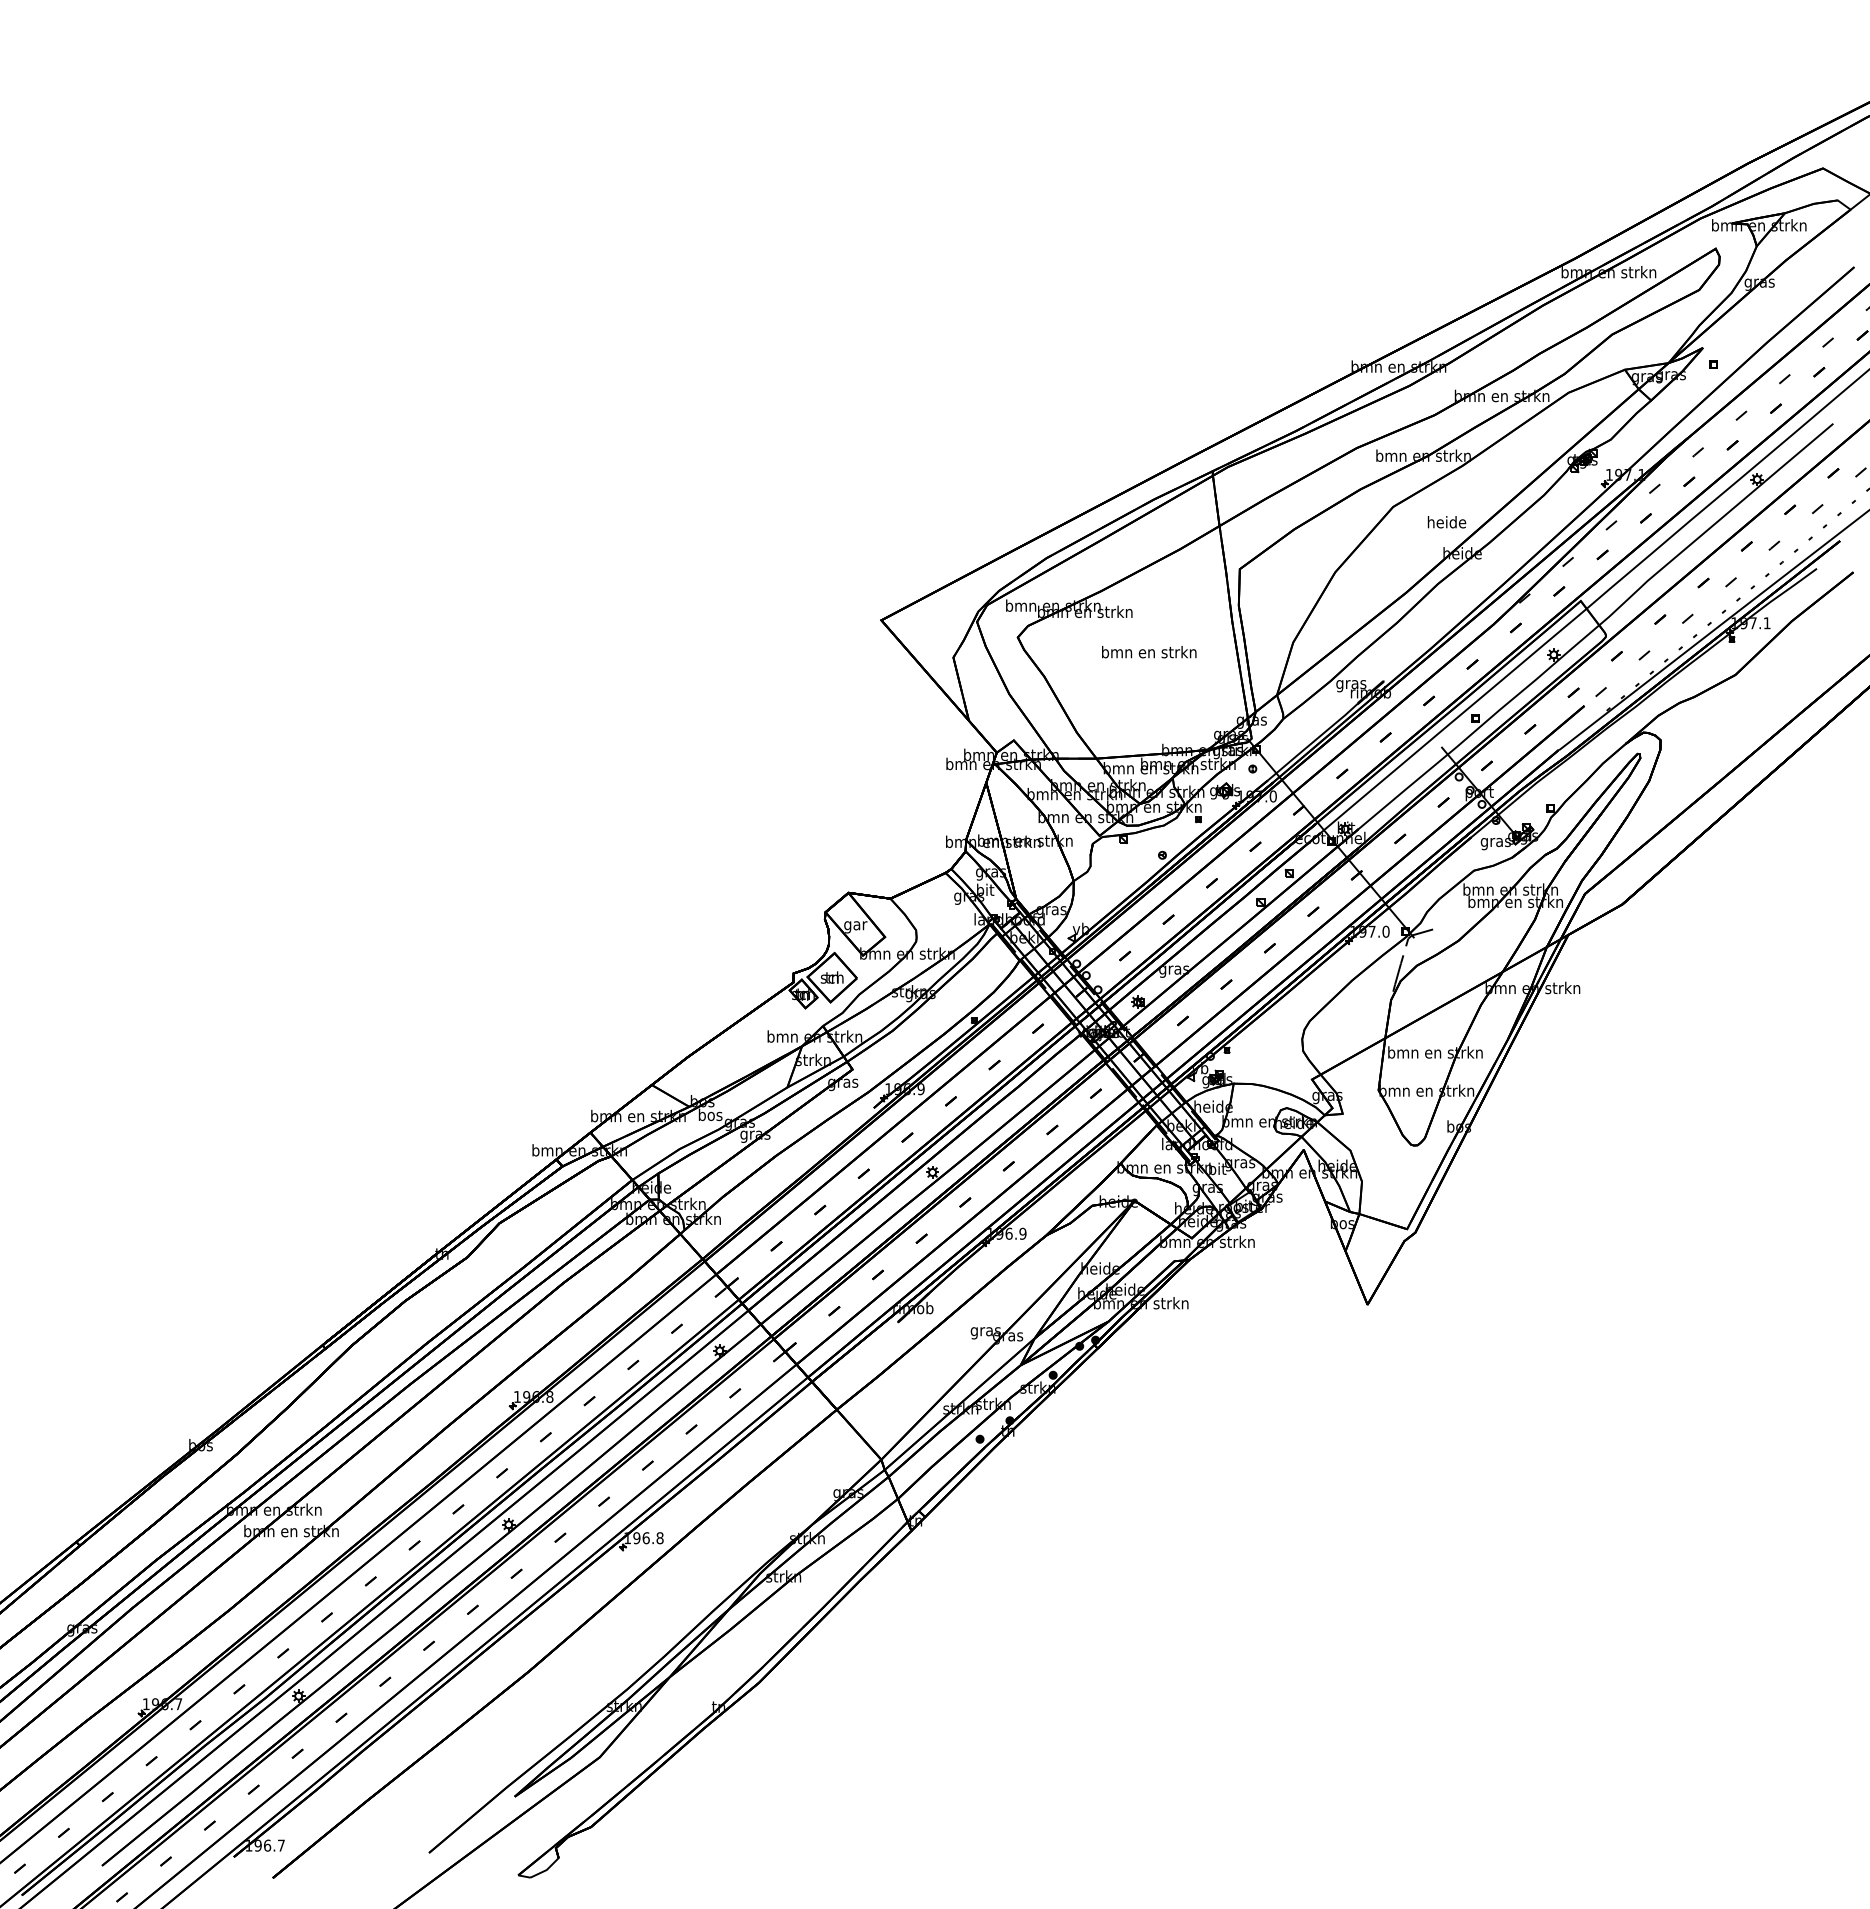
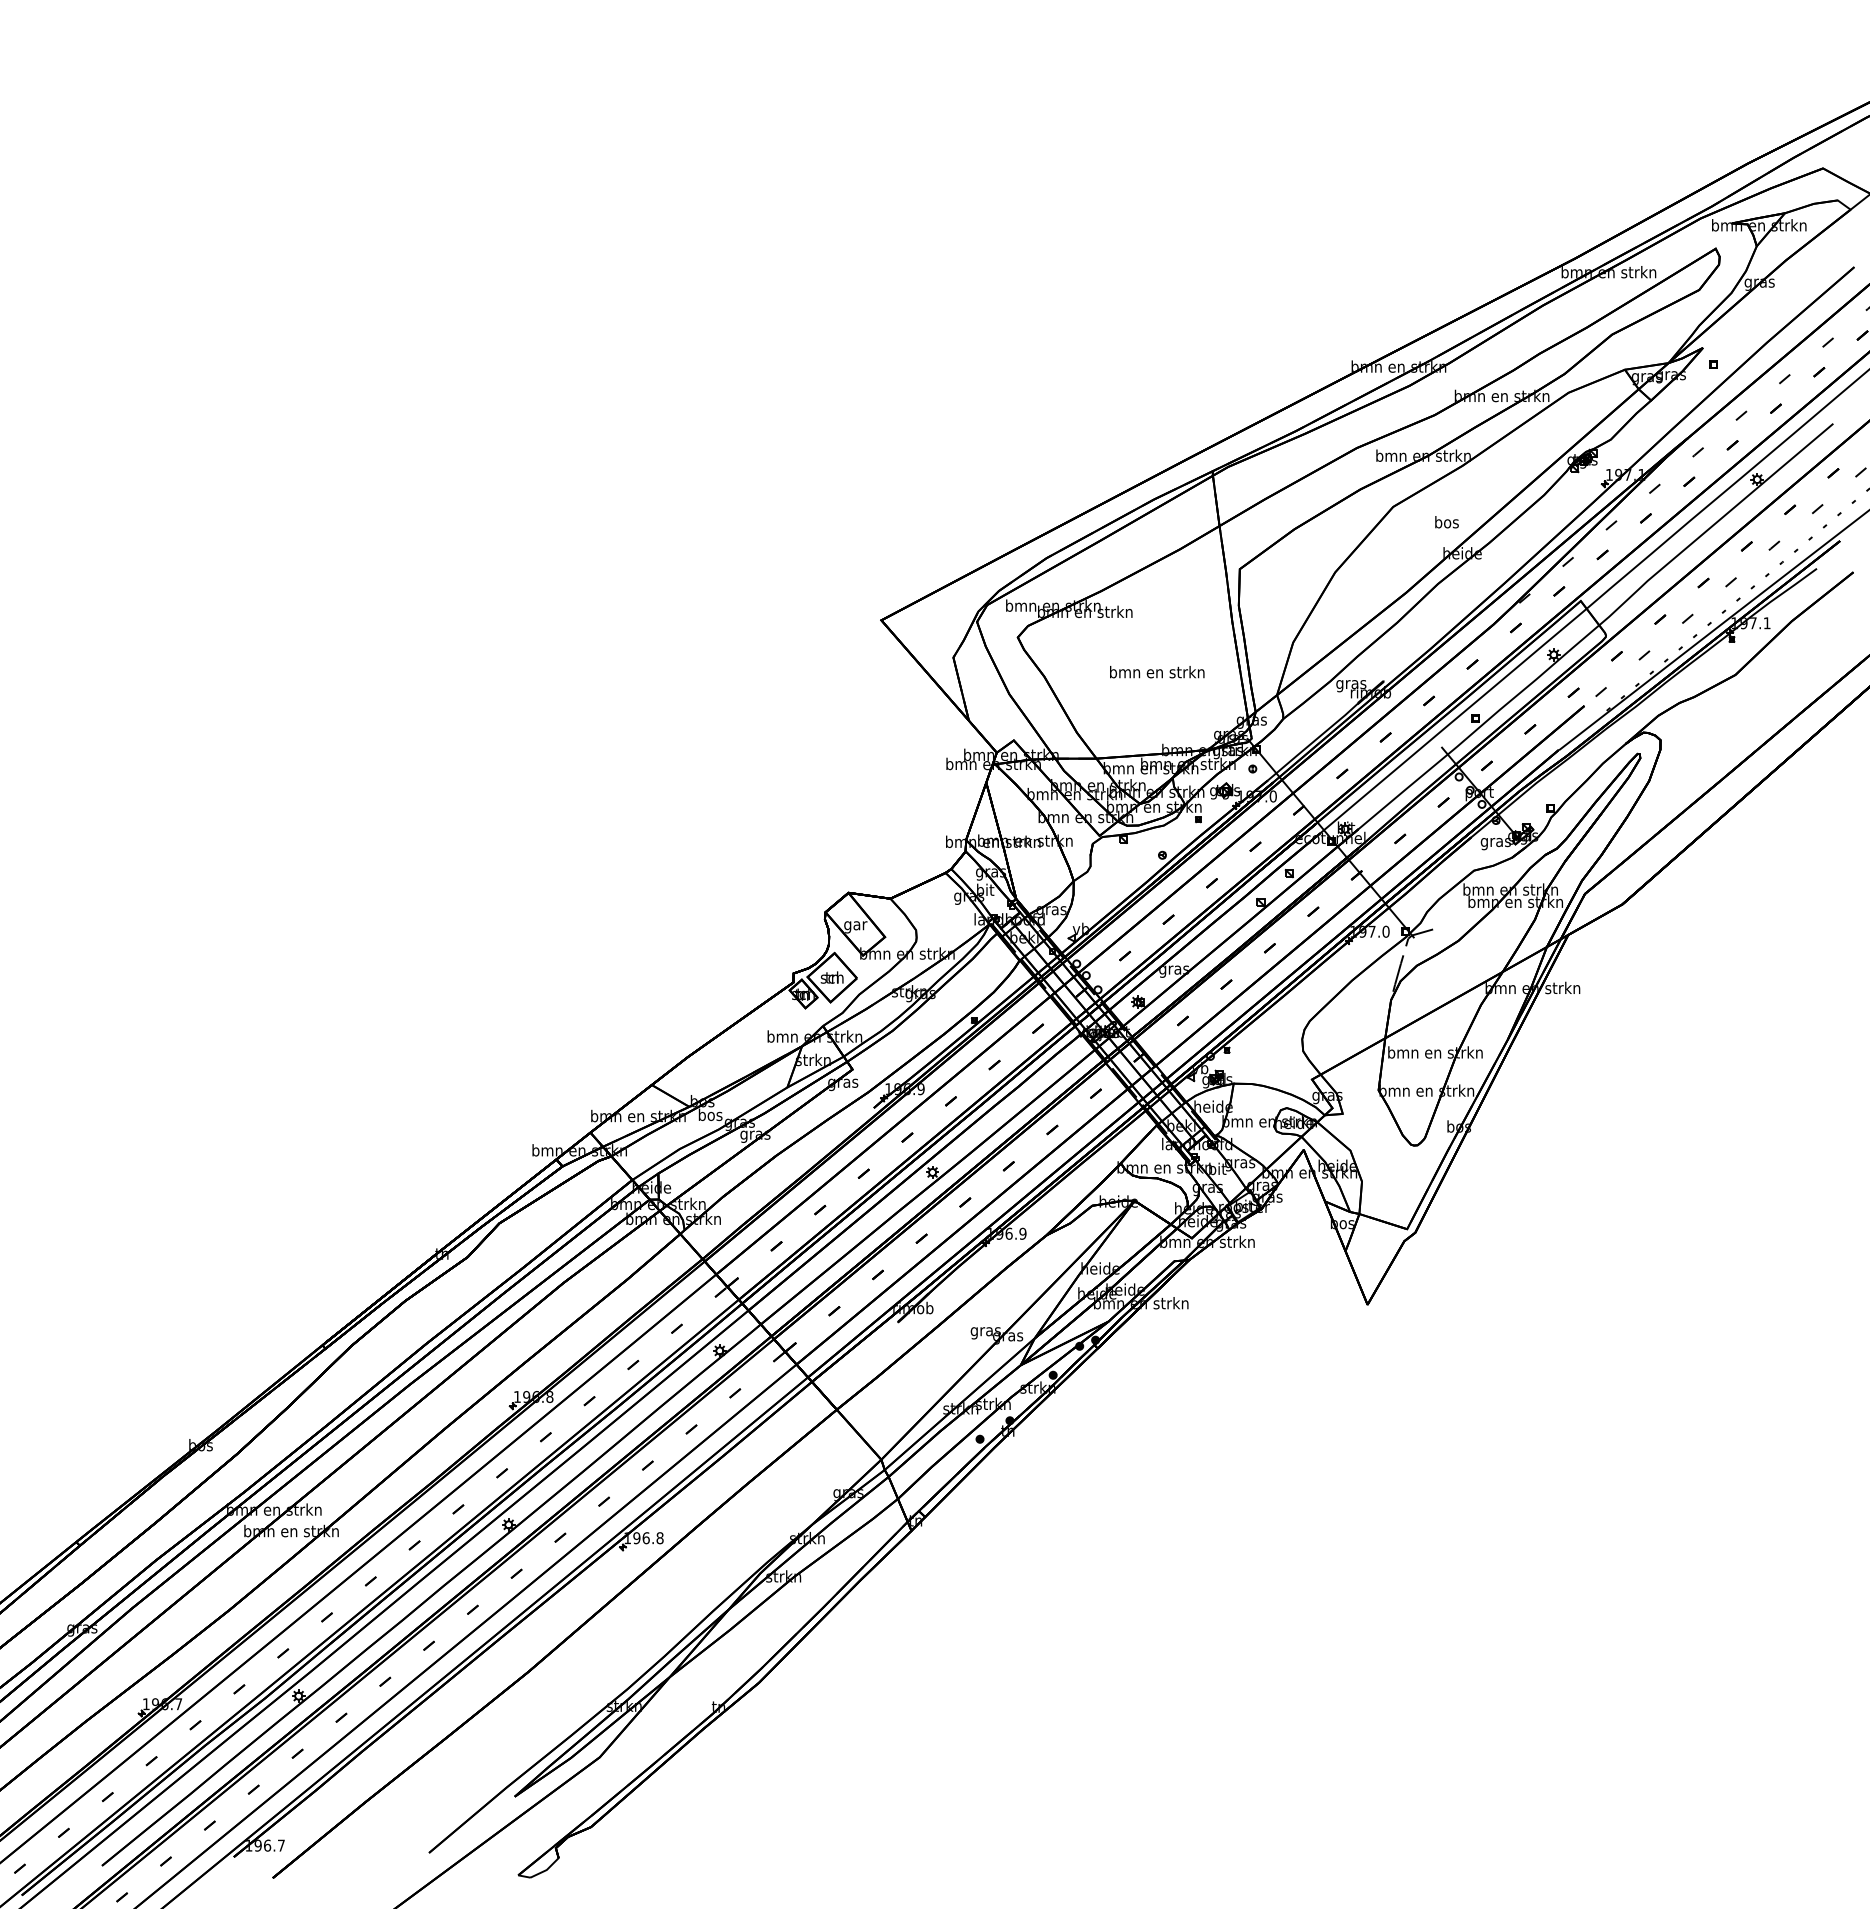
text at (1446, 522): heide -> bos
text at (1149, 652) position: (1149, 652) -> (1157, 672)
